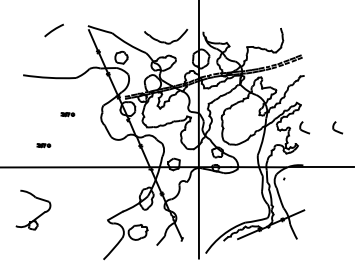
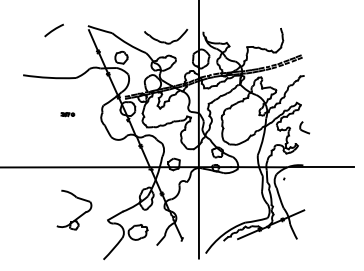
part at (337, 127): present -> none
part at (43, 145): present -> none
part at (38, 215) position: (38, 215) -> (79, 215)
